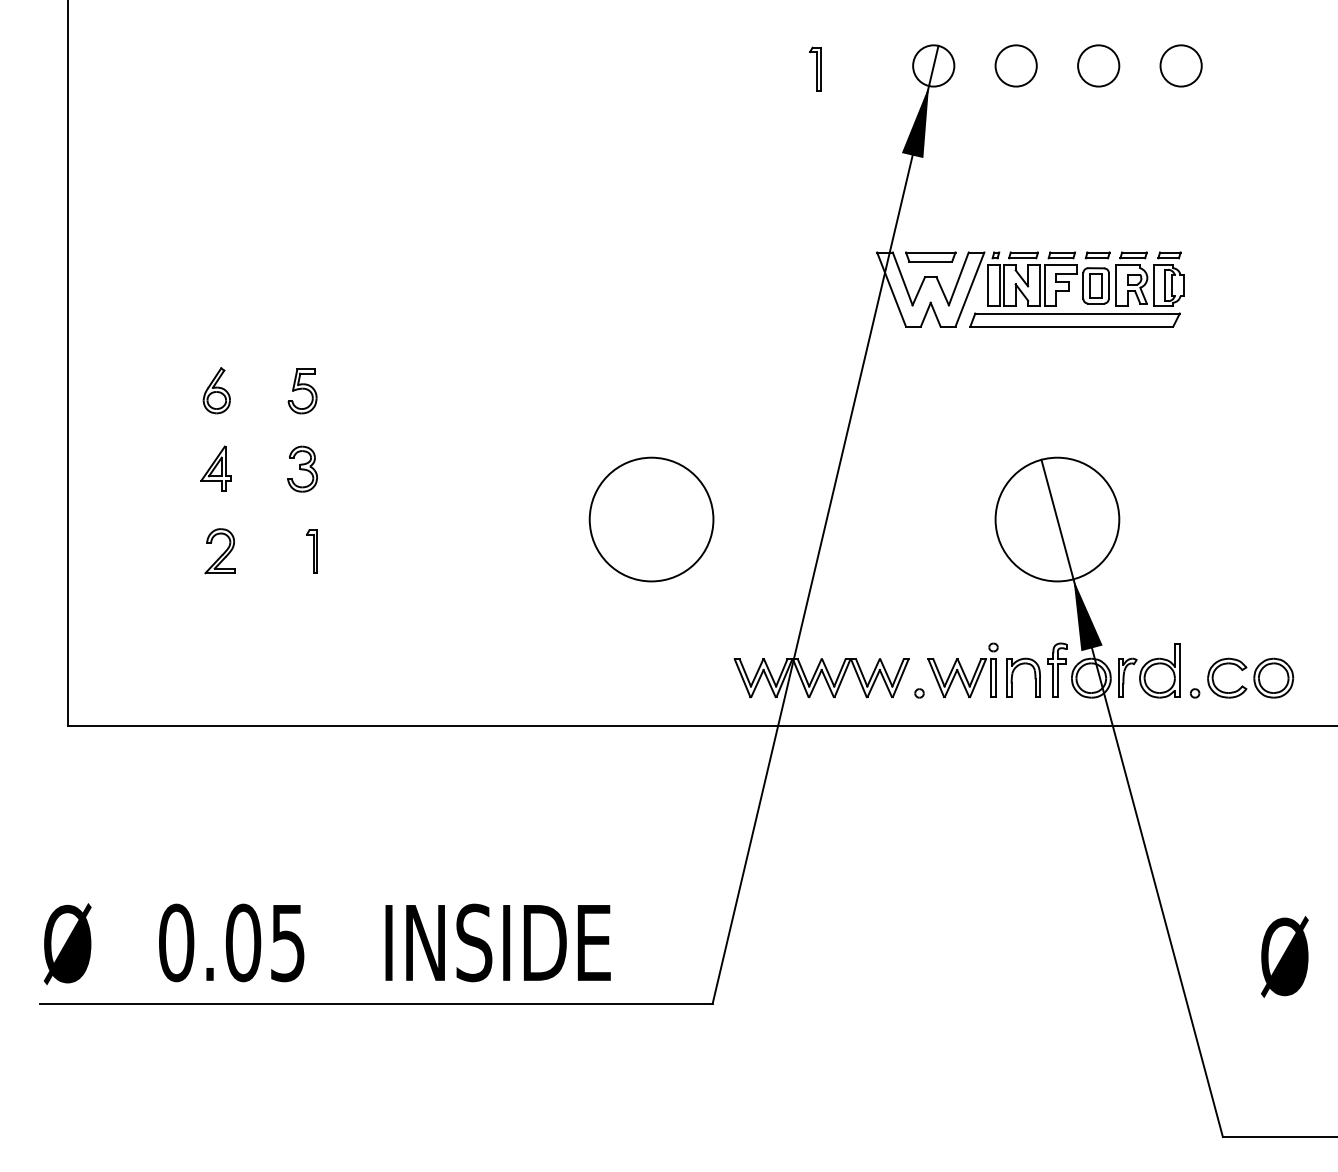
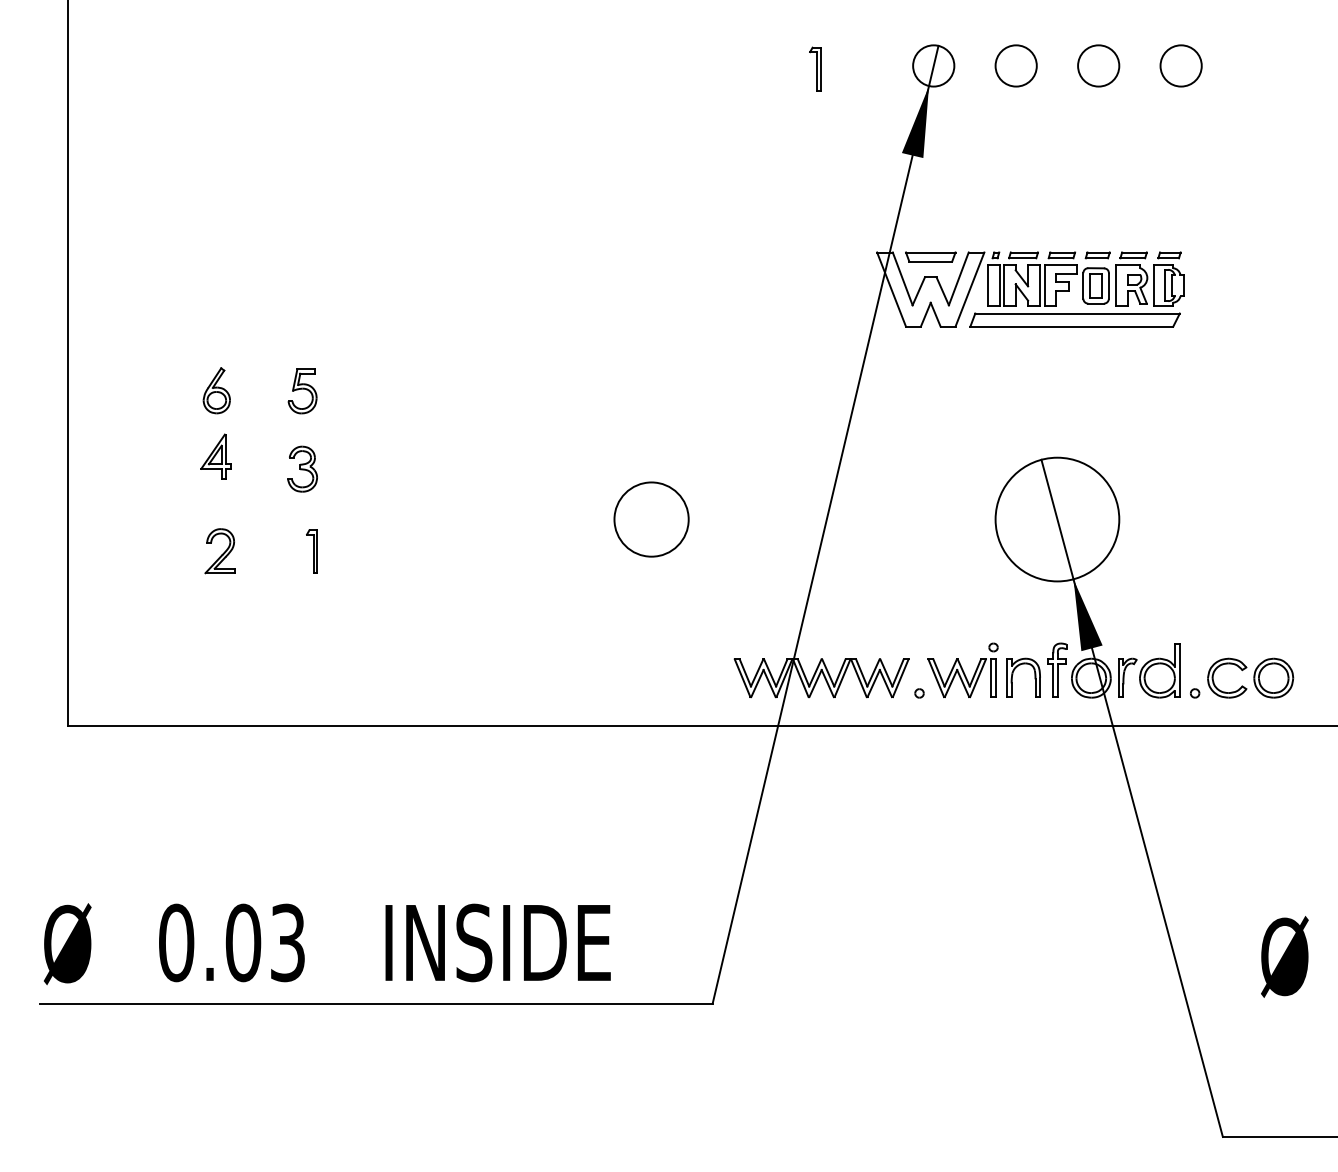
part at (215, 468) position: (215, 468) -> (215, 456)
circle at (651, 519) diameter: 124 px -> 74 px
text at (287, 942): 0.05 -> 0.03
